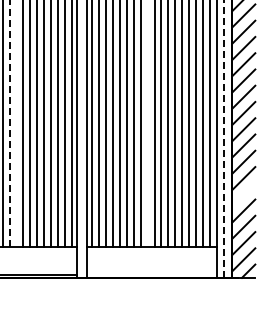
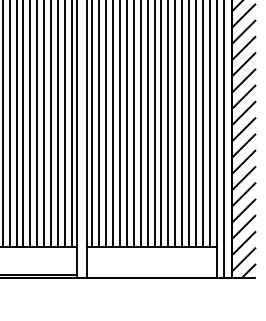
line at (9, 122): dashed -> solid
line at (16, 124): none -> present
line at (147, 124): none -> present
line at (224, 139): dashed -> solid
line at (243, 194): none -> present
